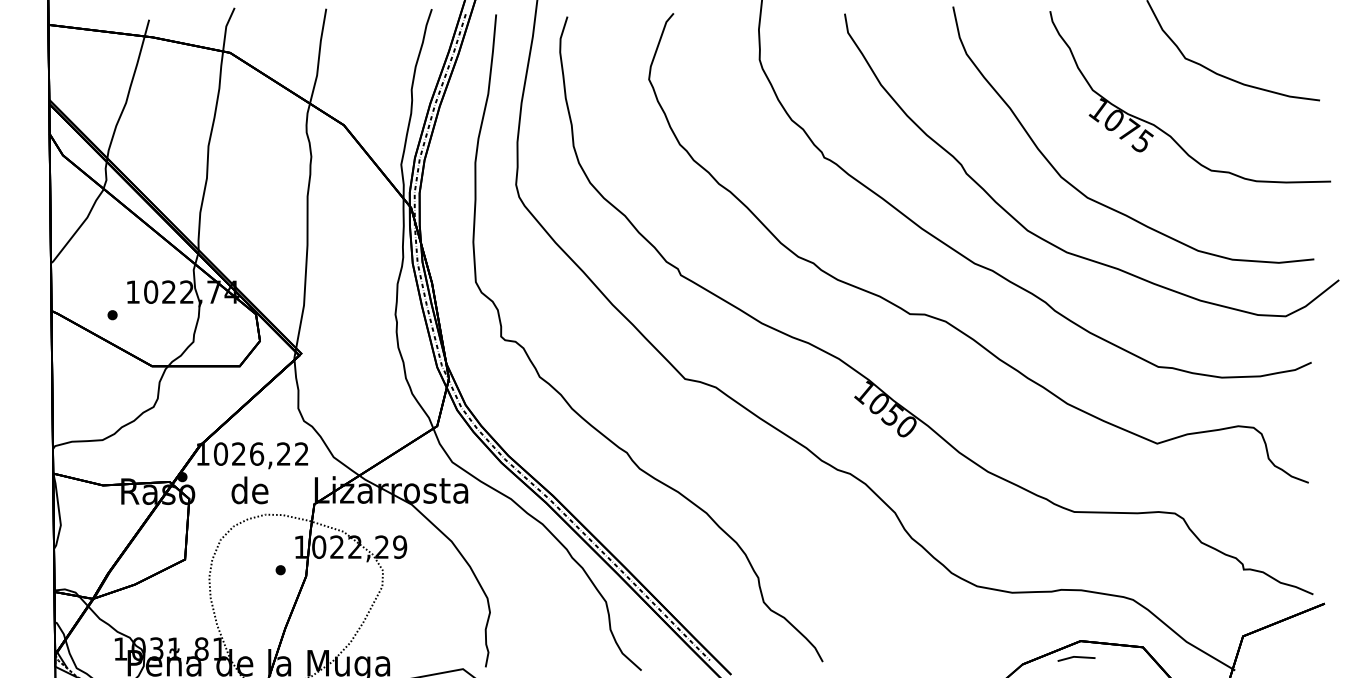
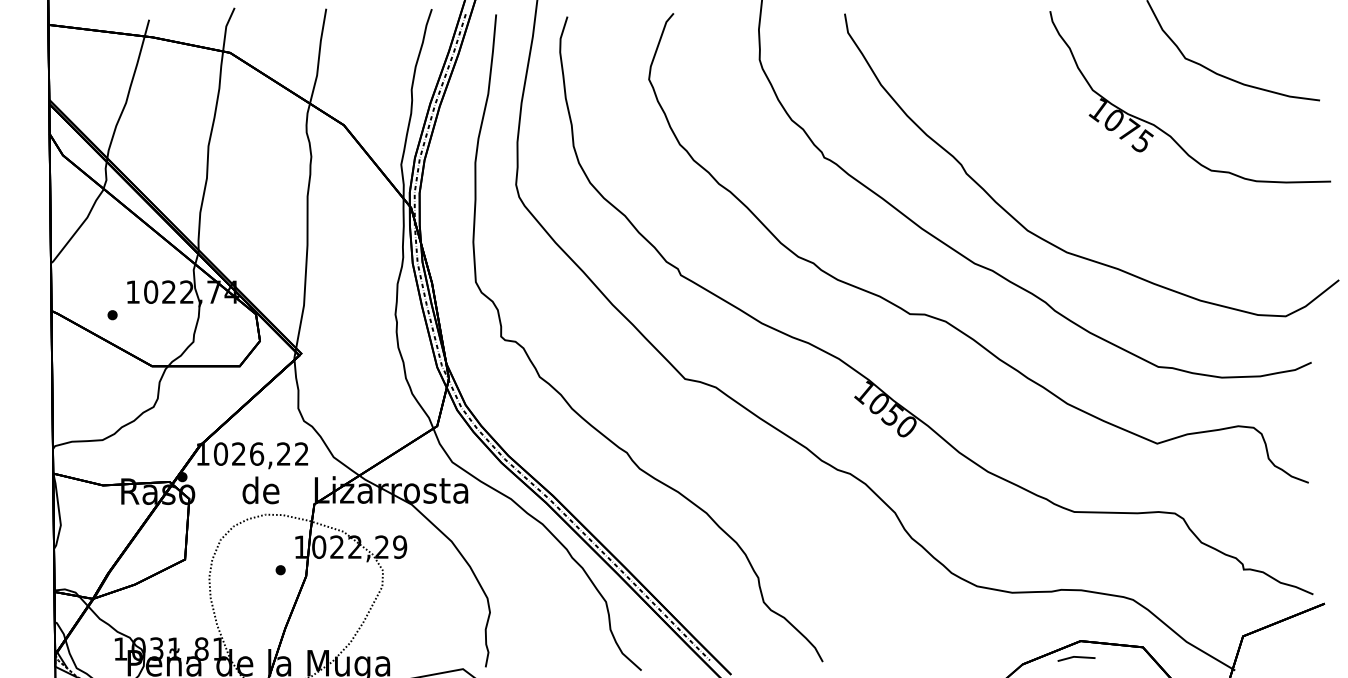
curve at (1100, 202): present -> none
text at (249, 490) position: (249, 490) -> (260, 490)
